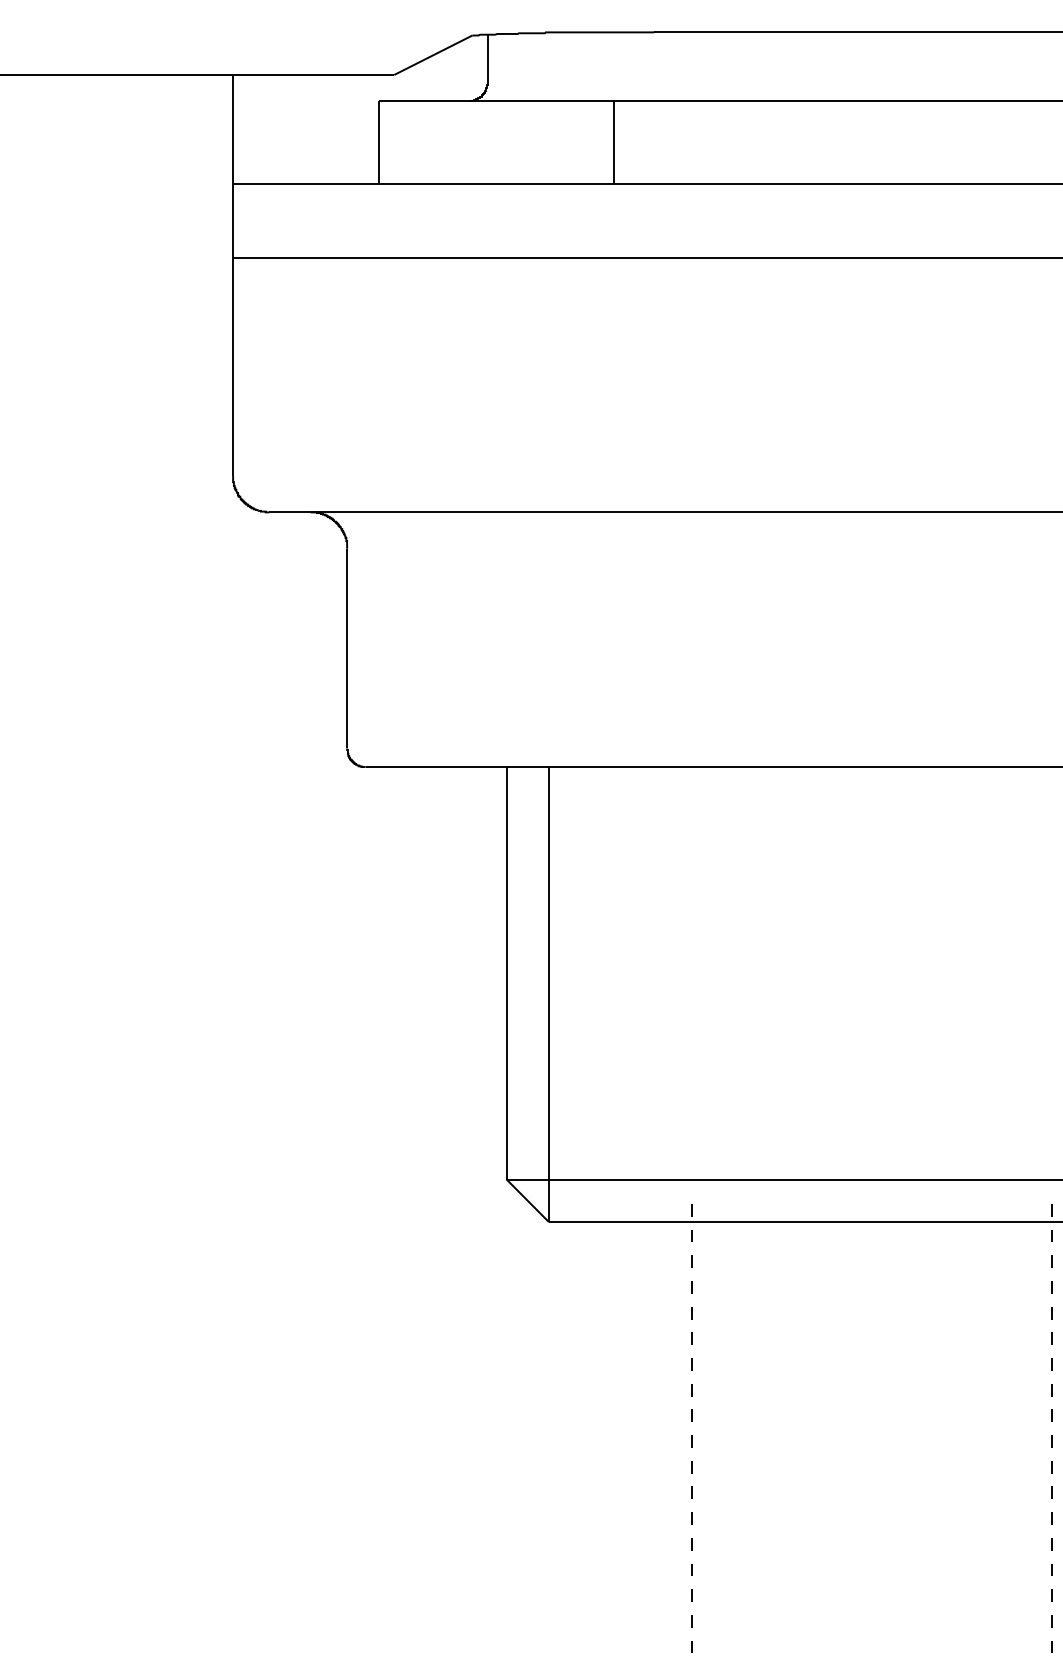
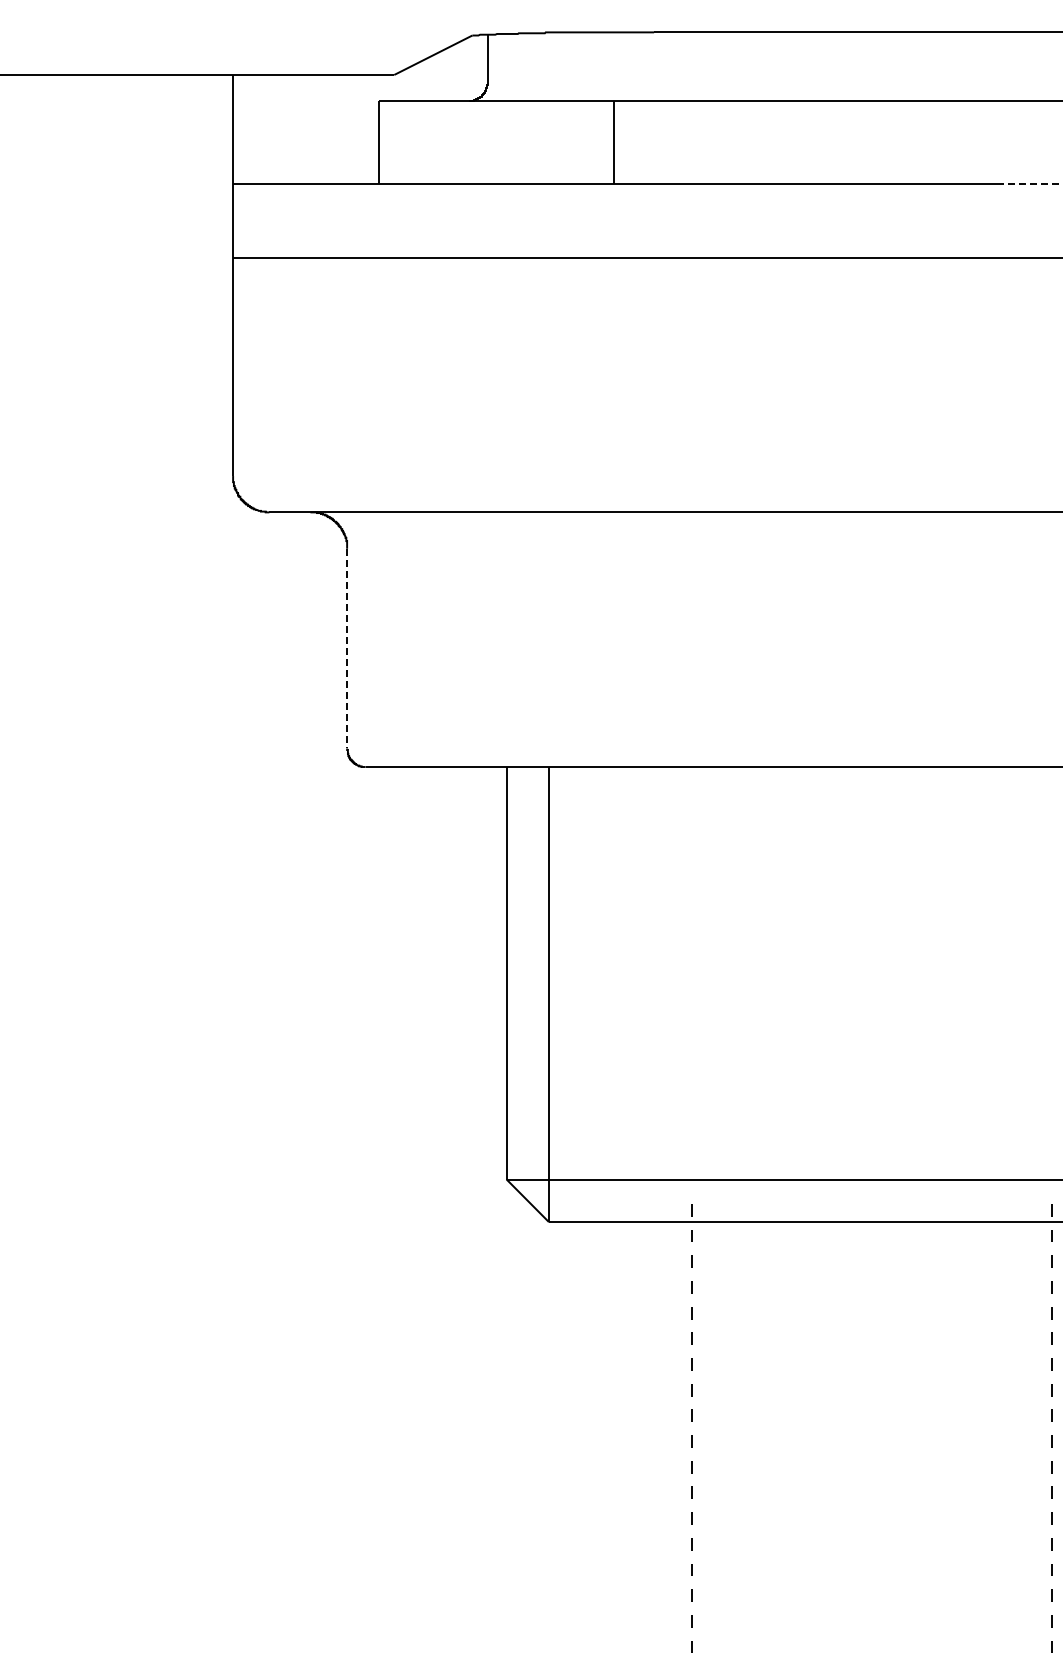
line at (1029, 184): solid -> dashed
line at (347, 648): solid -> dashed
